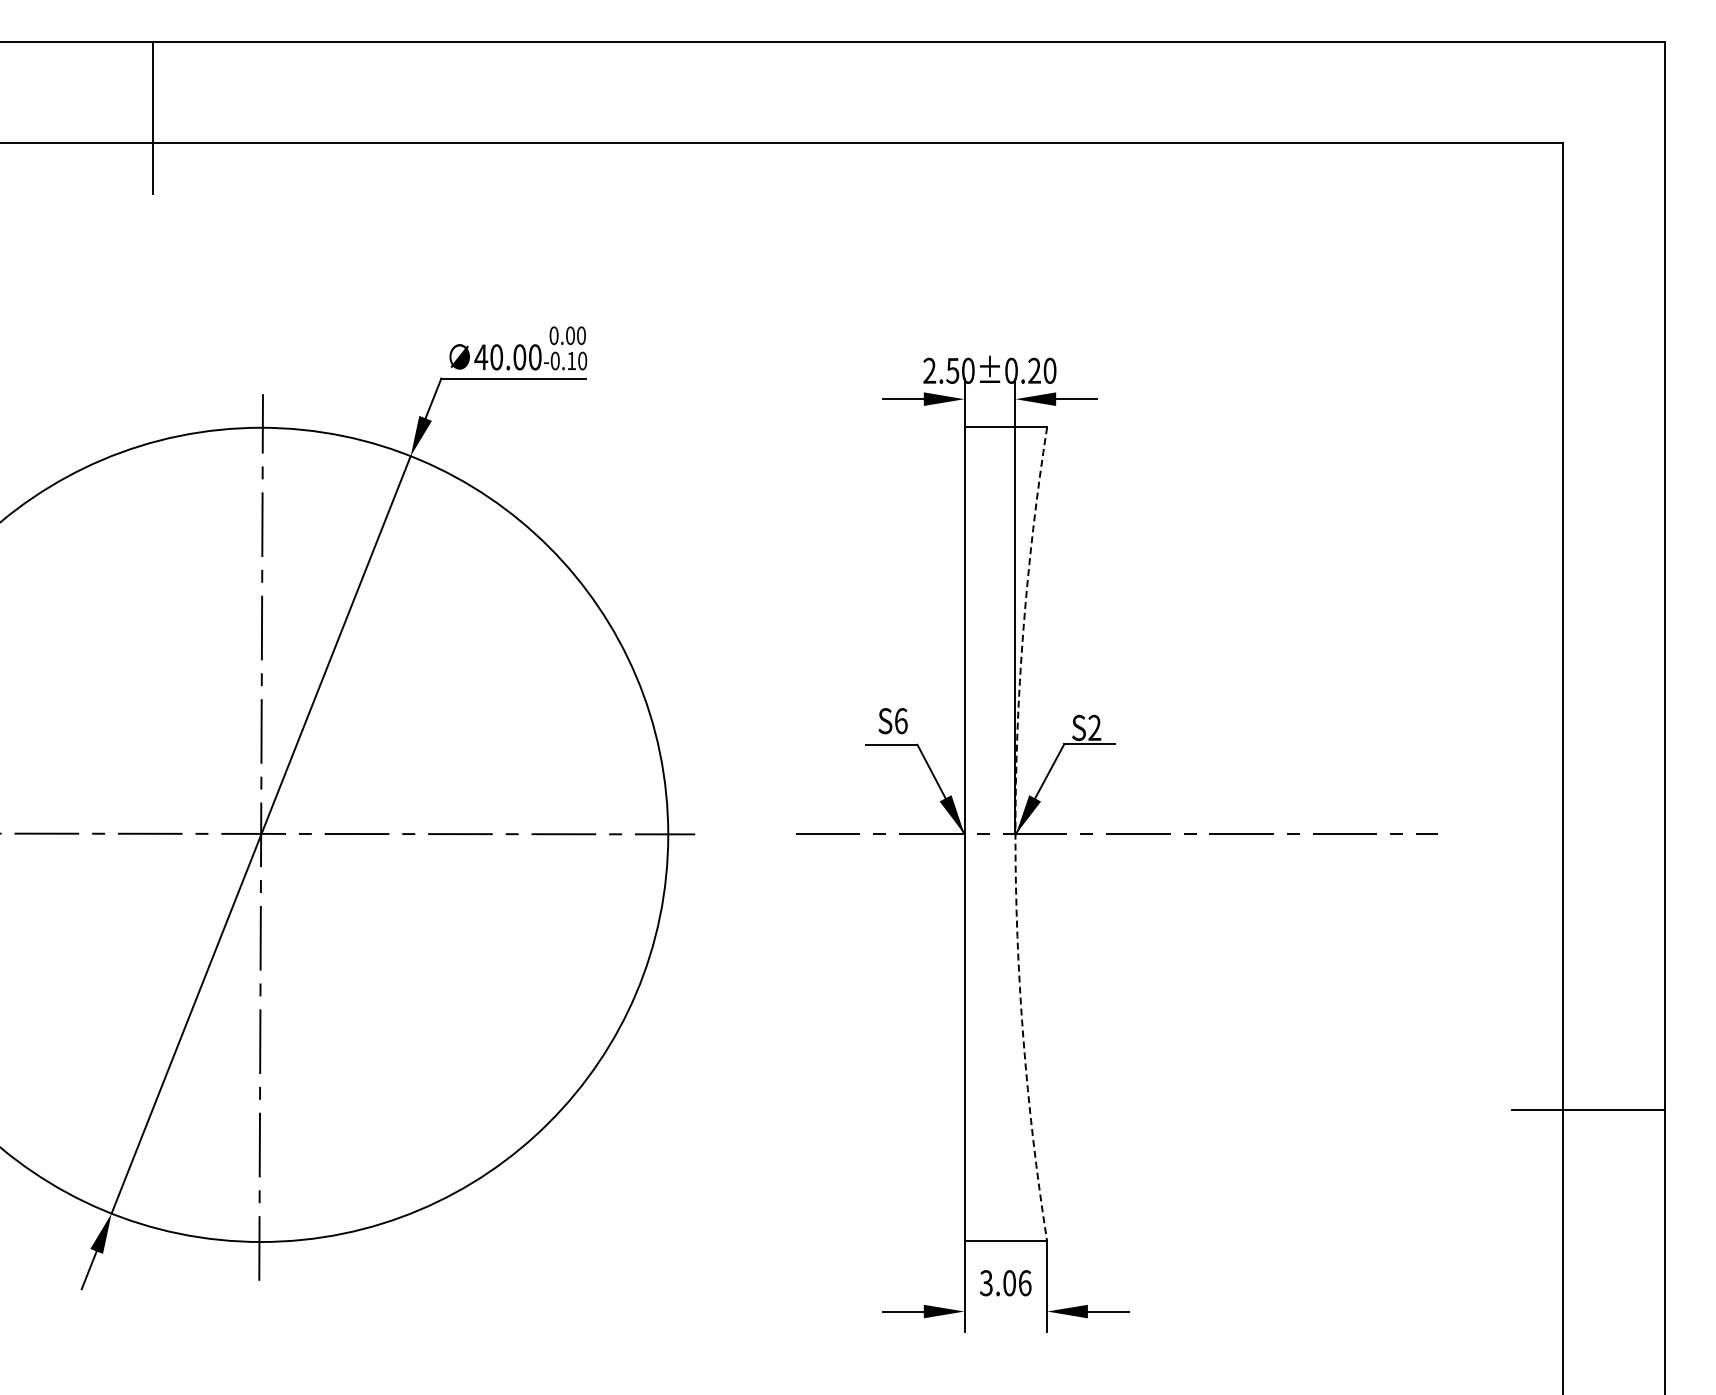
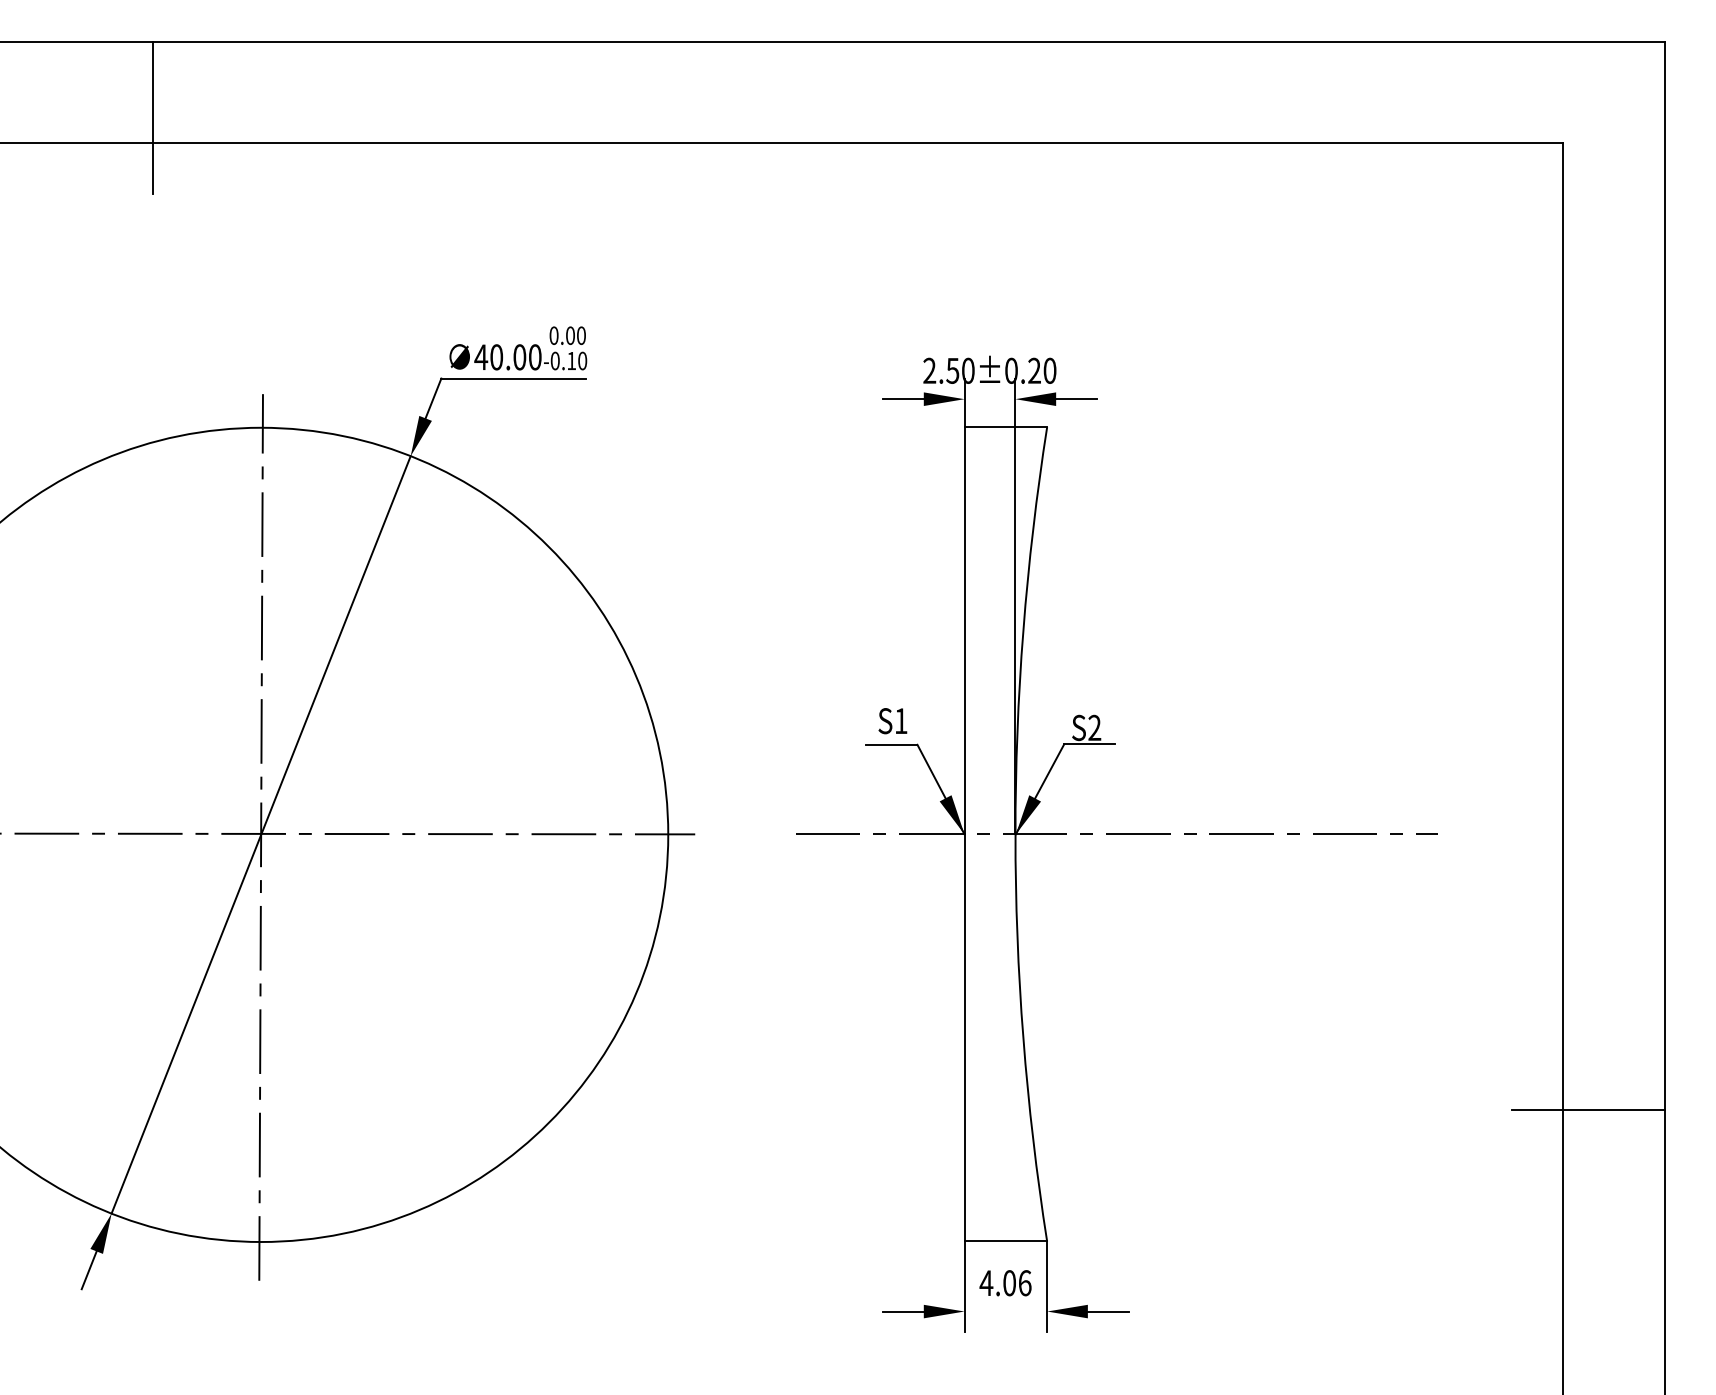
text at (901, 721): S6 -> S1
arc at (1015, 834): dashed -> solid
text at (986, 1283): 3.06 -> 4.06
